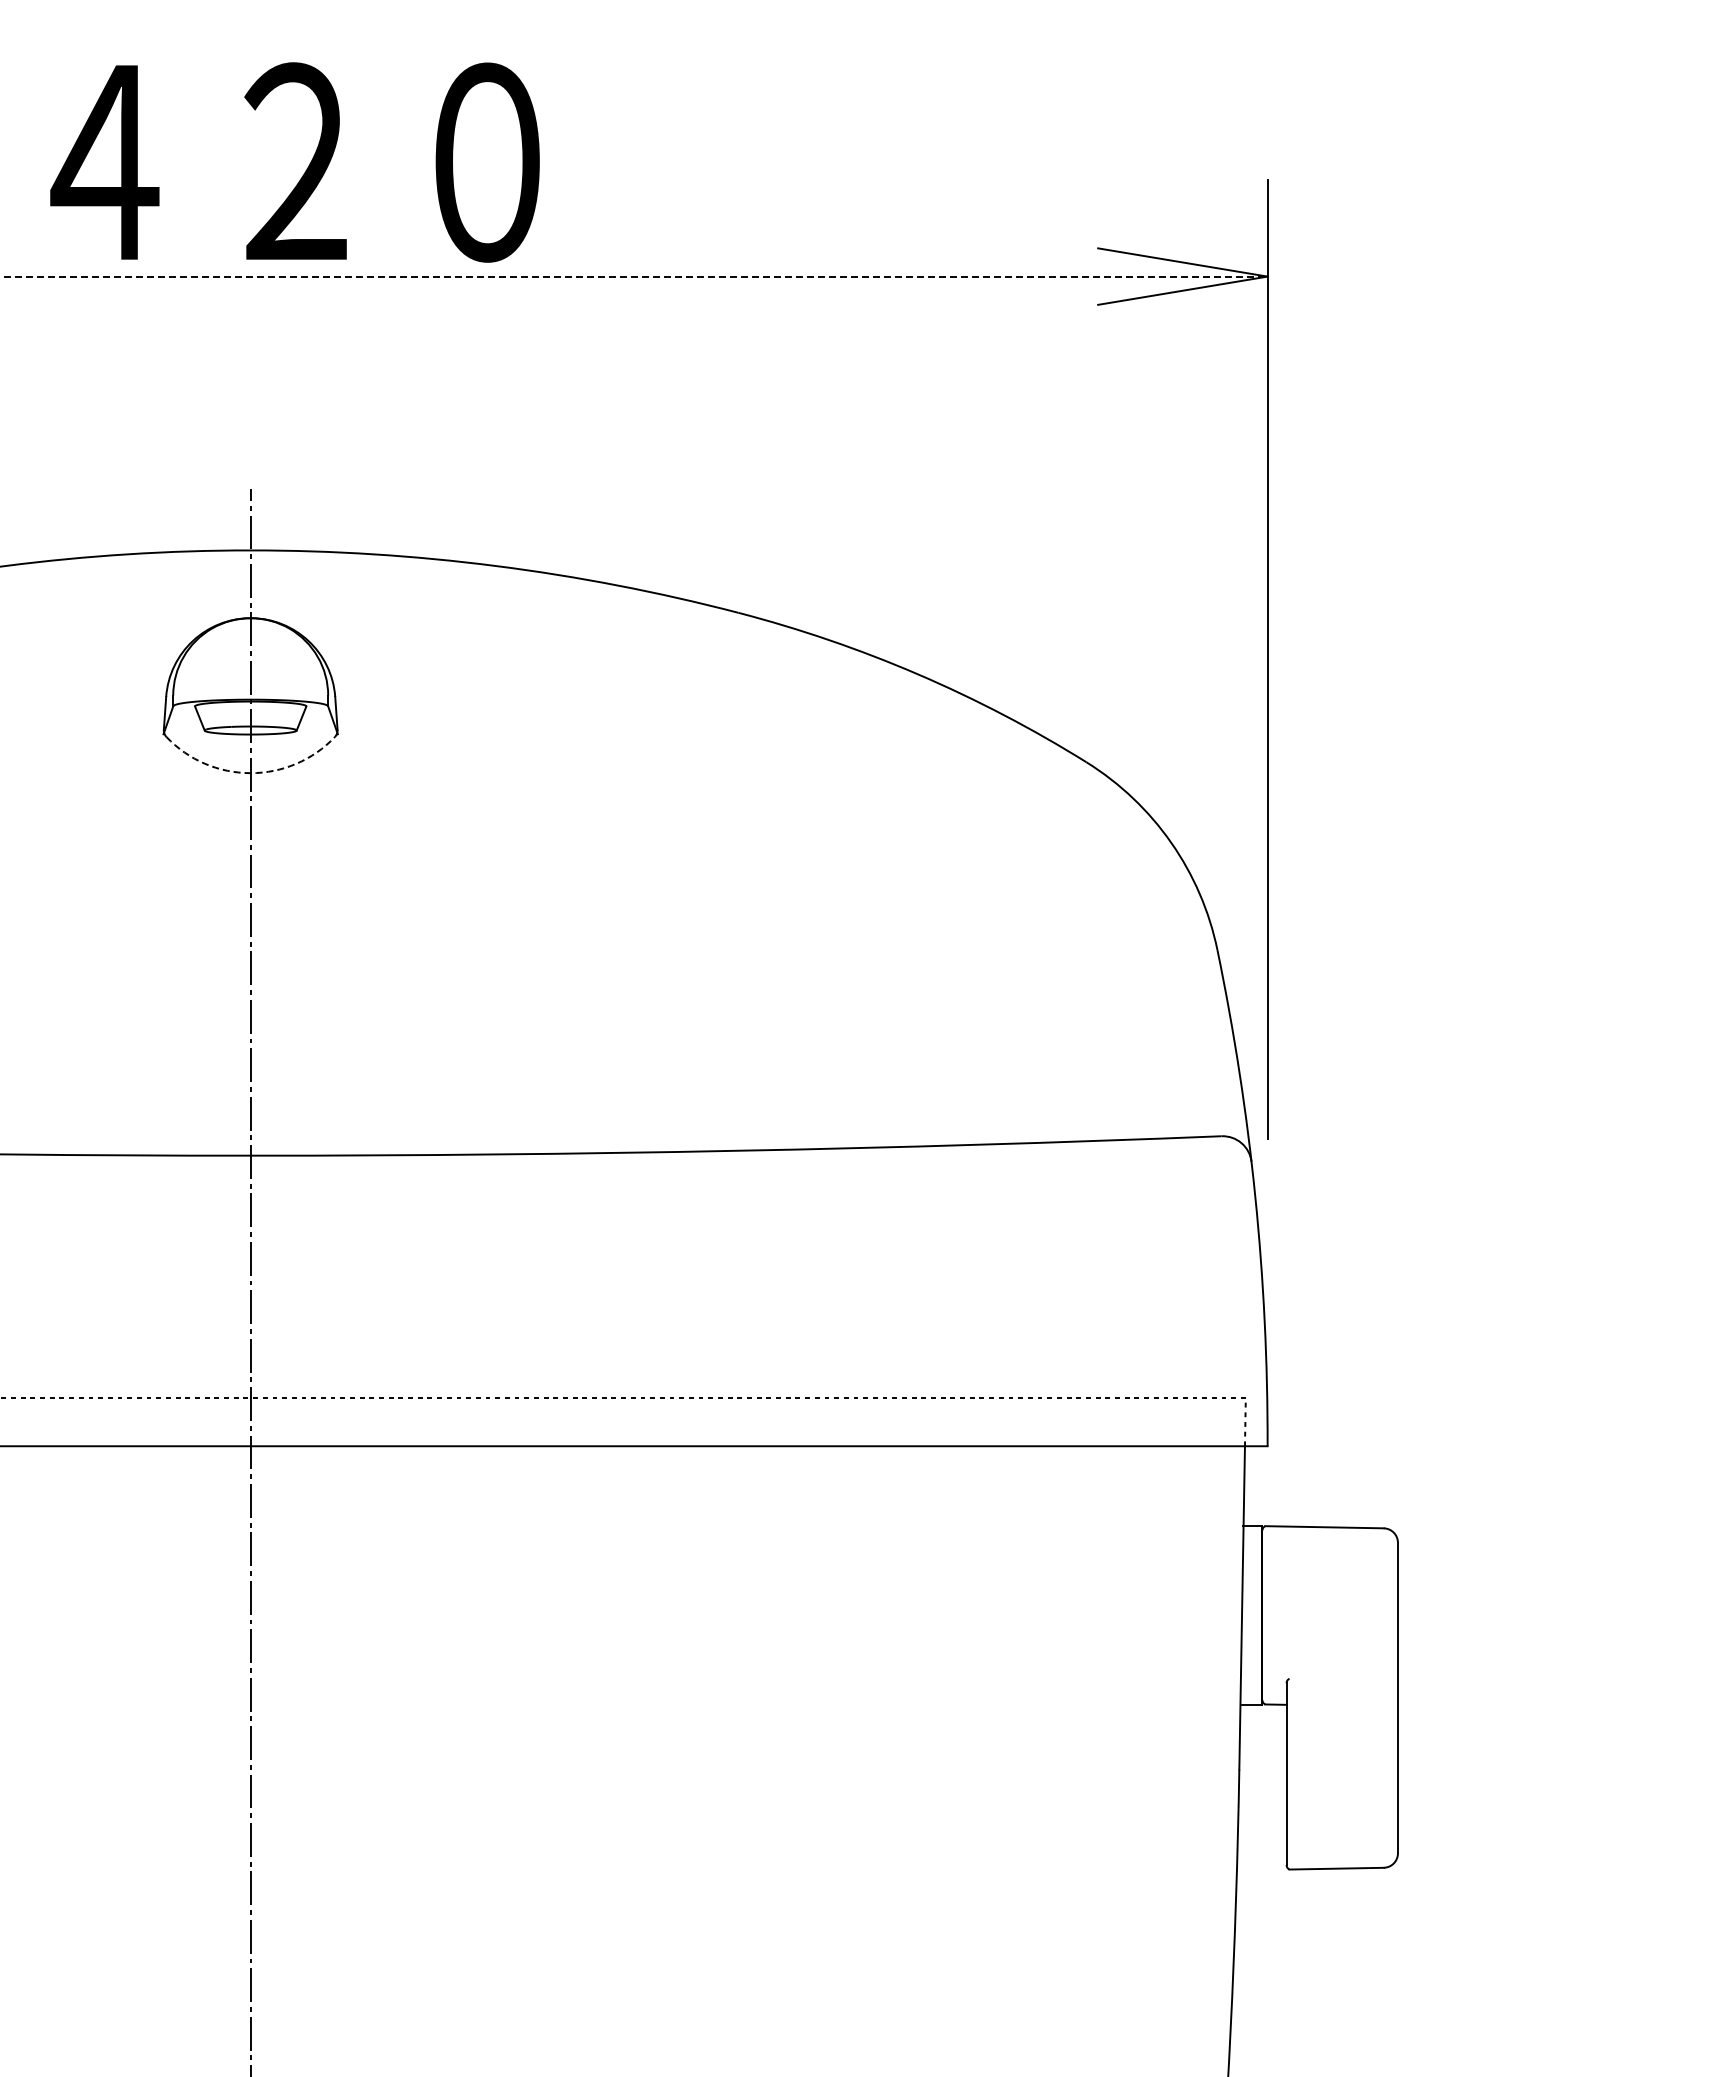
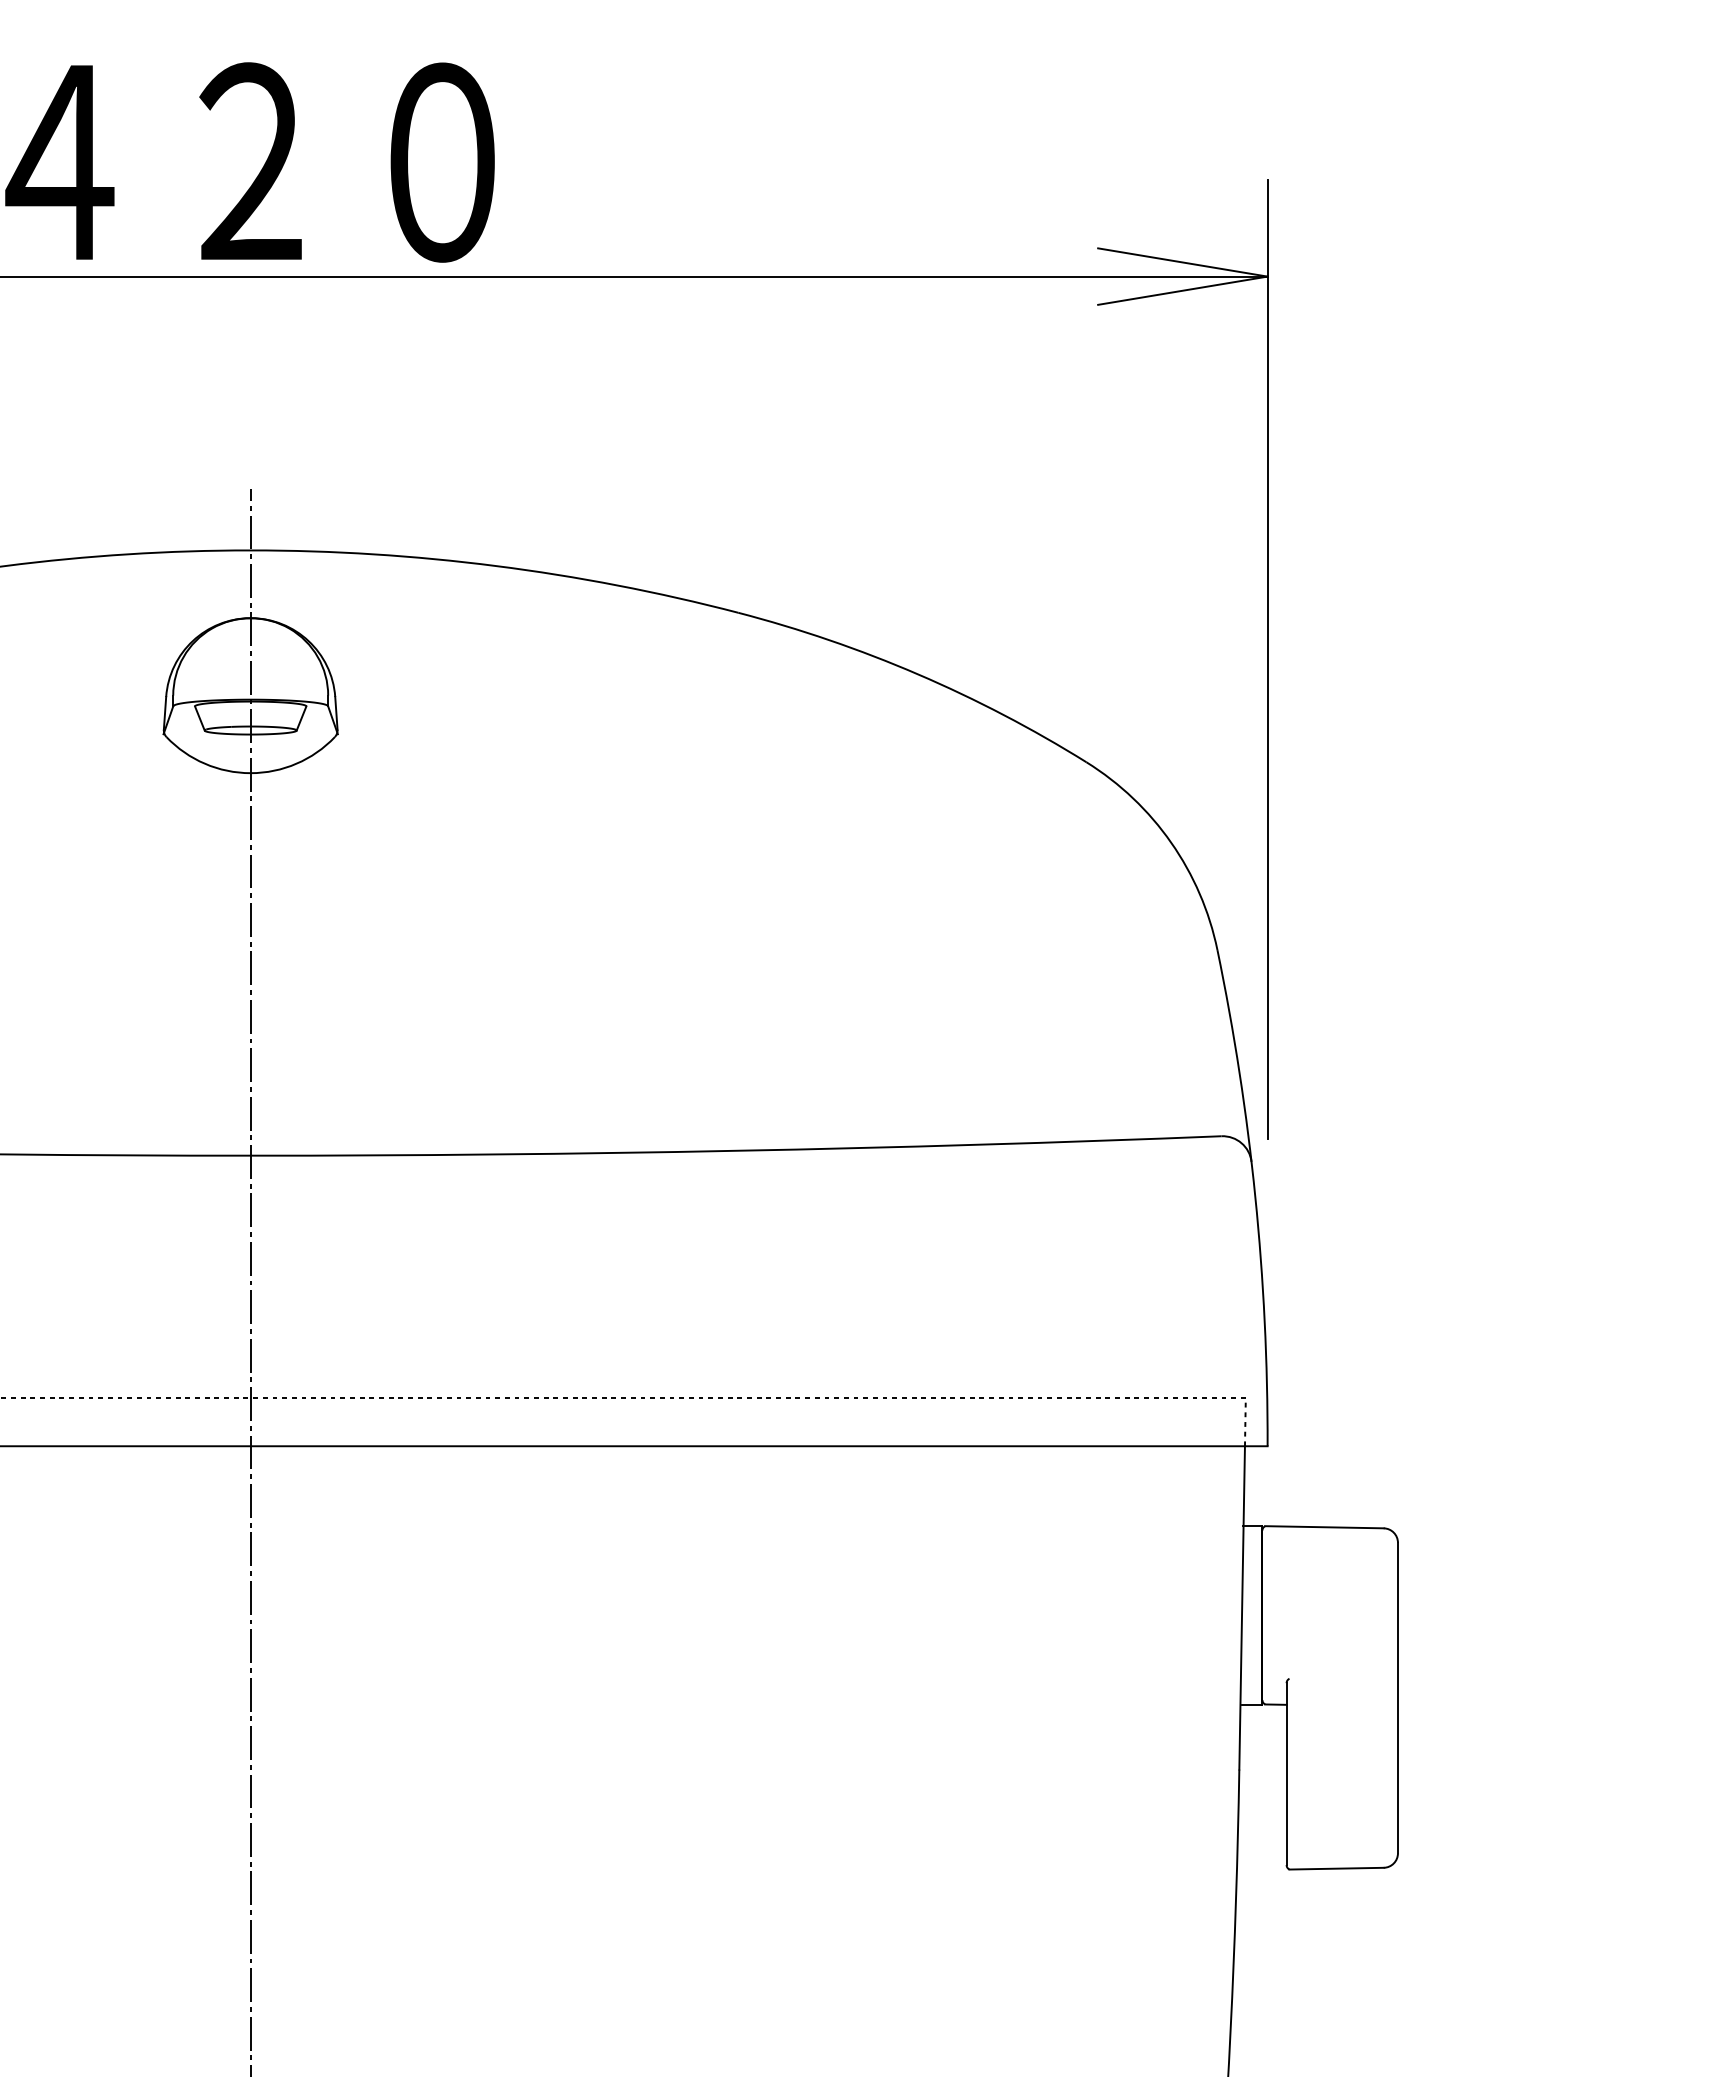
text at (294, 162) position: (294, 162) -> (249, 162)
line at (634, 276): dashed -> solid
arc at (250, 773): dashed -> solid
